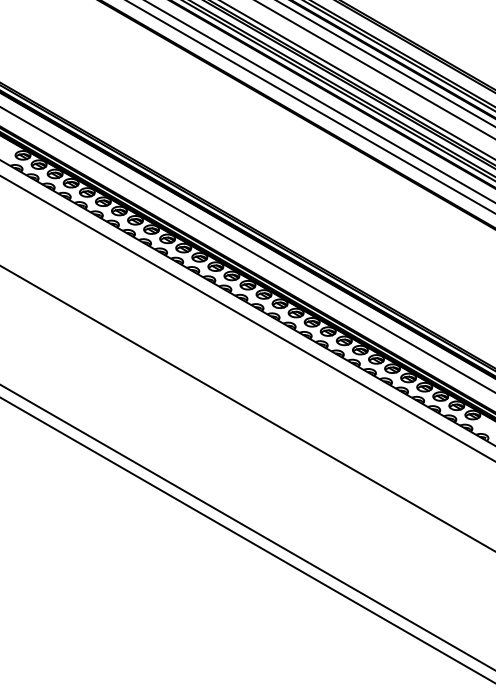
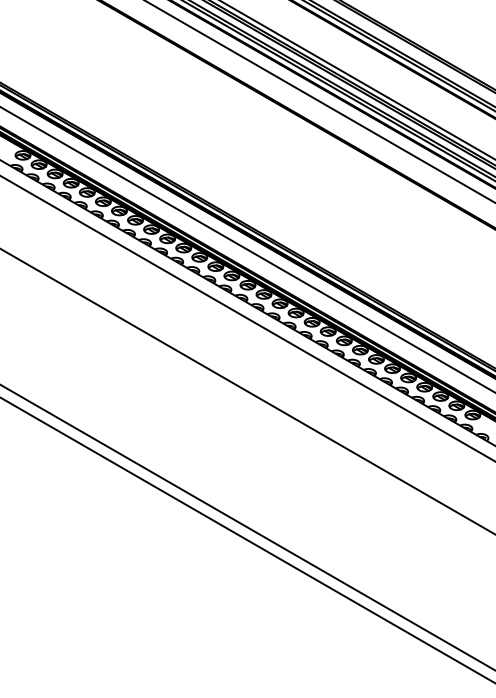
line at (385, 63): present -> none
line at (374, 69): present -> none
line at (310, 107): present -> none
line at (247, 407) position: (247, 407) -> (247, 390)
